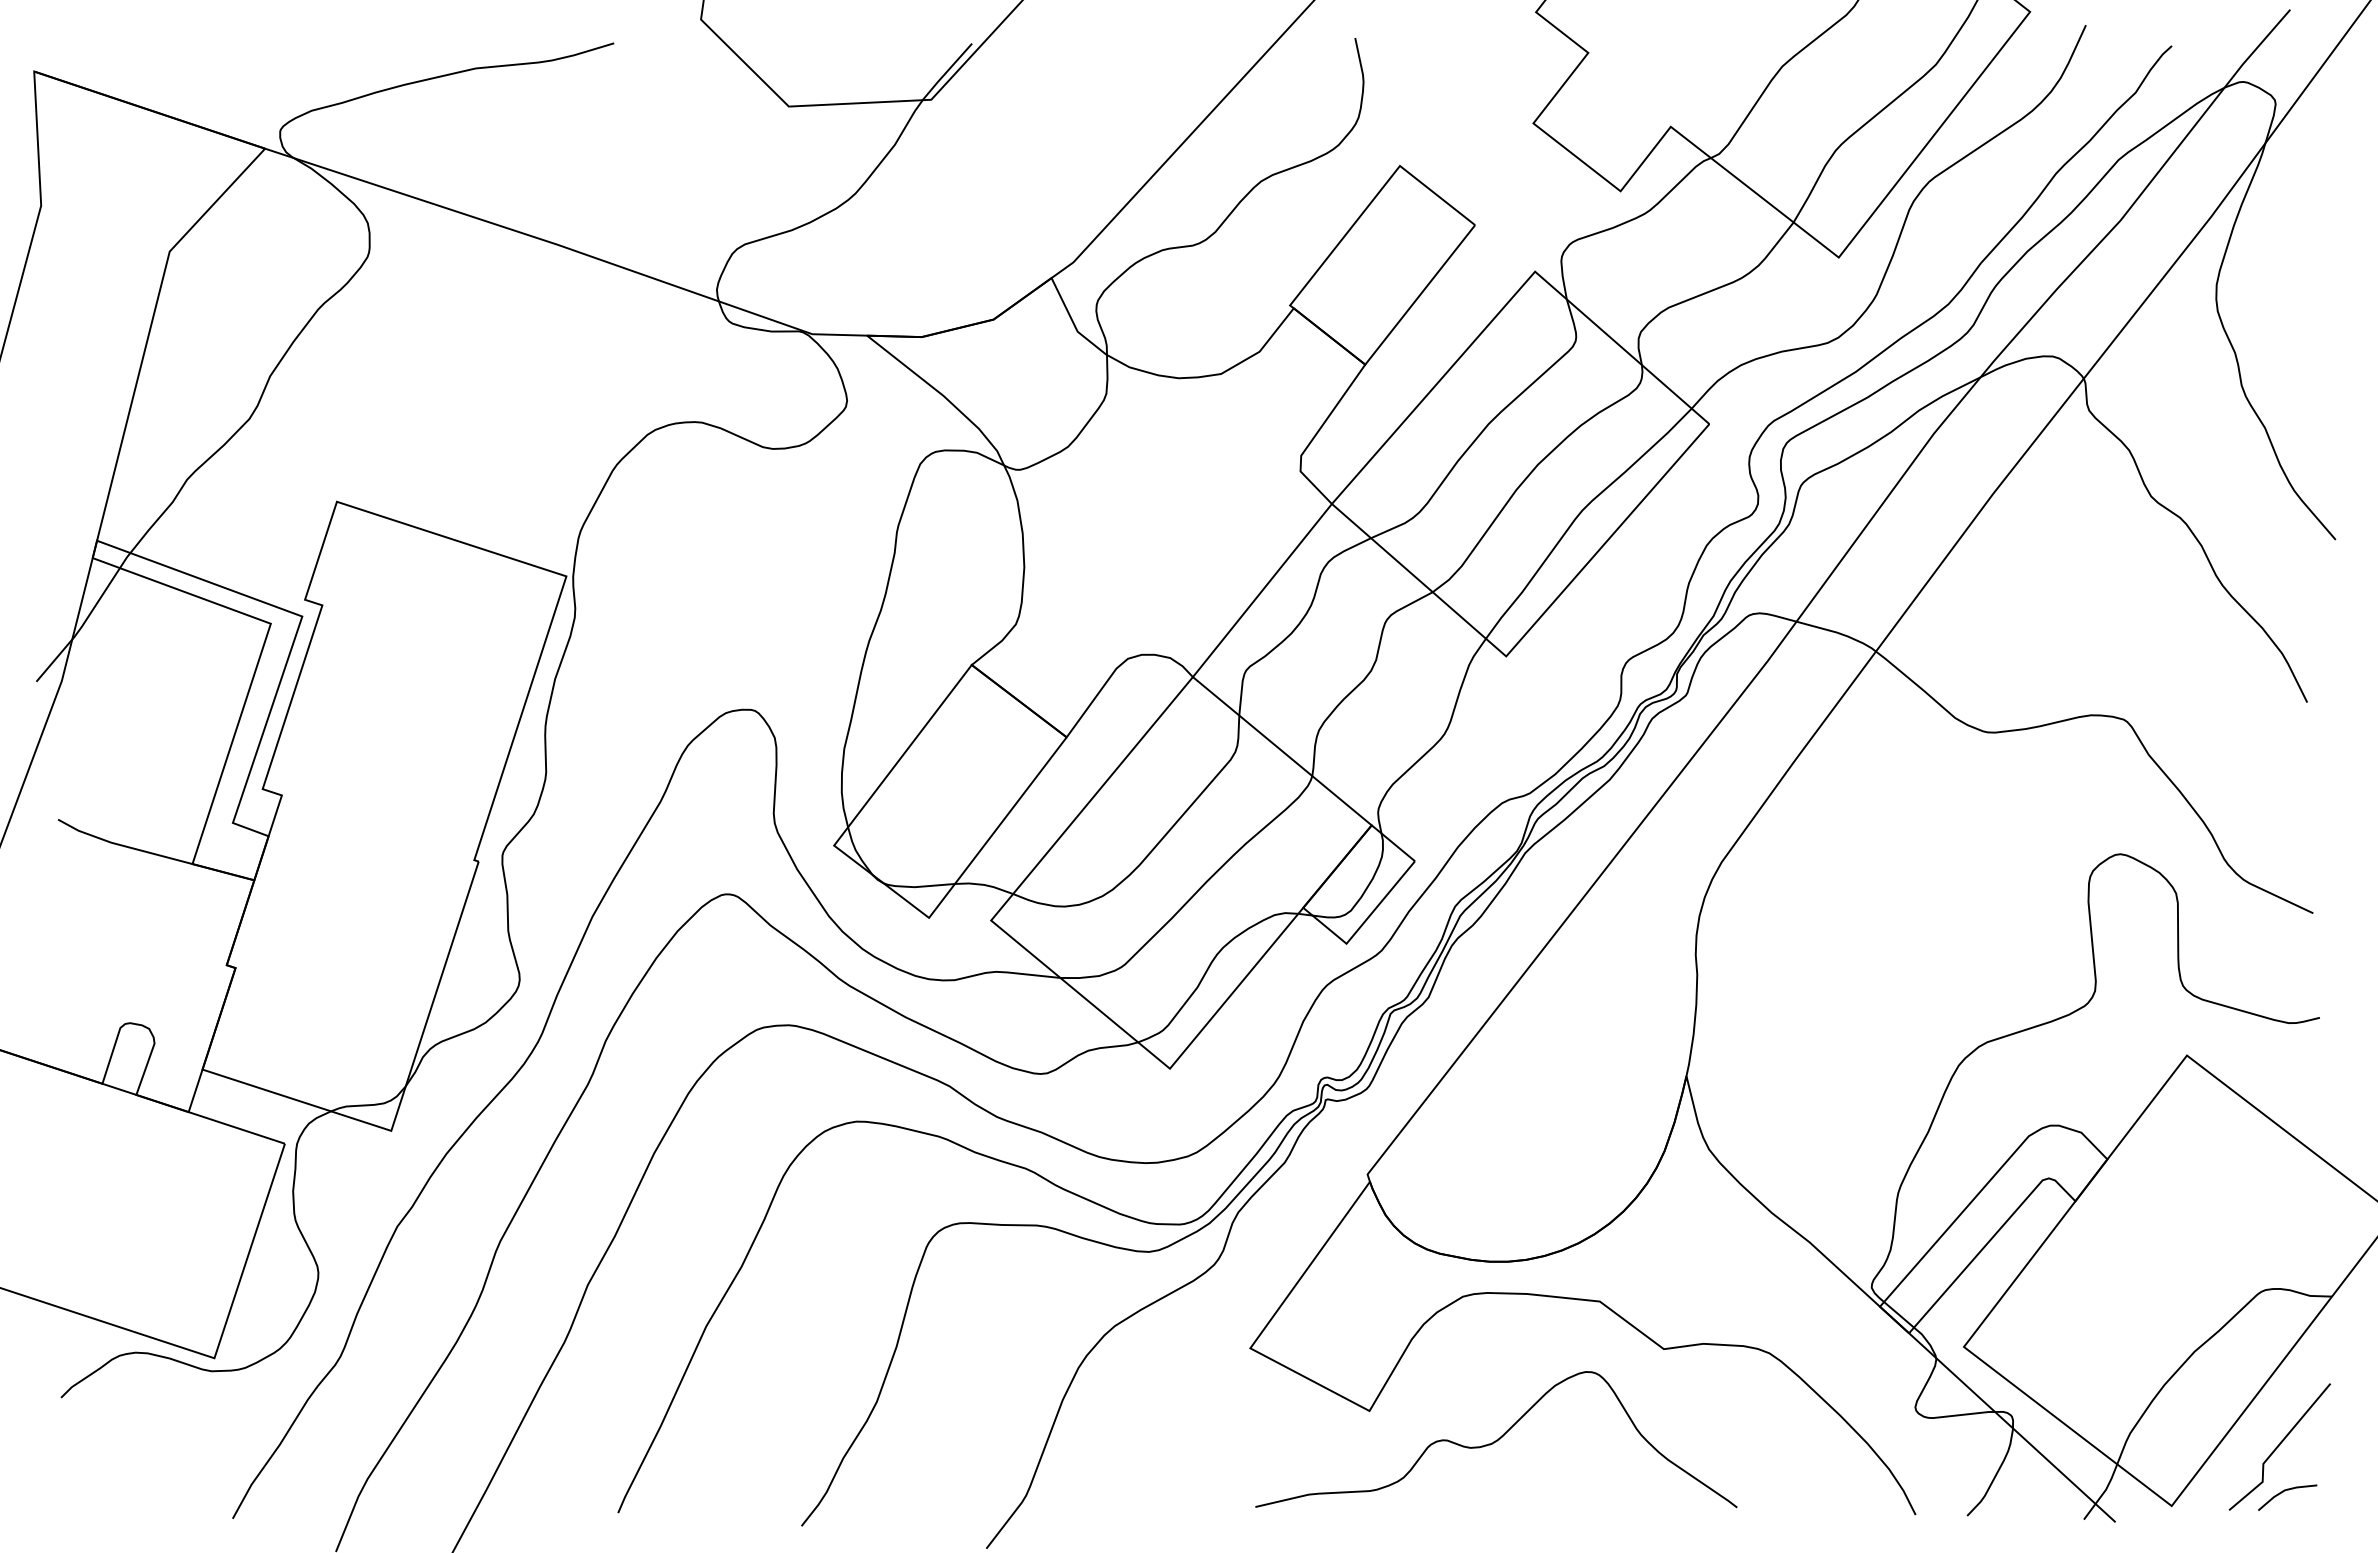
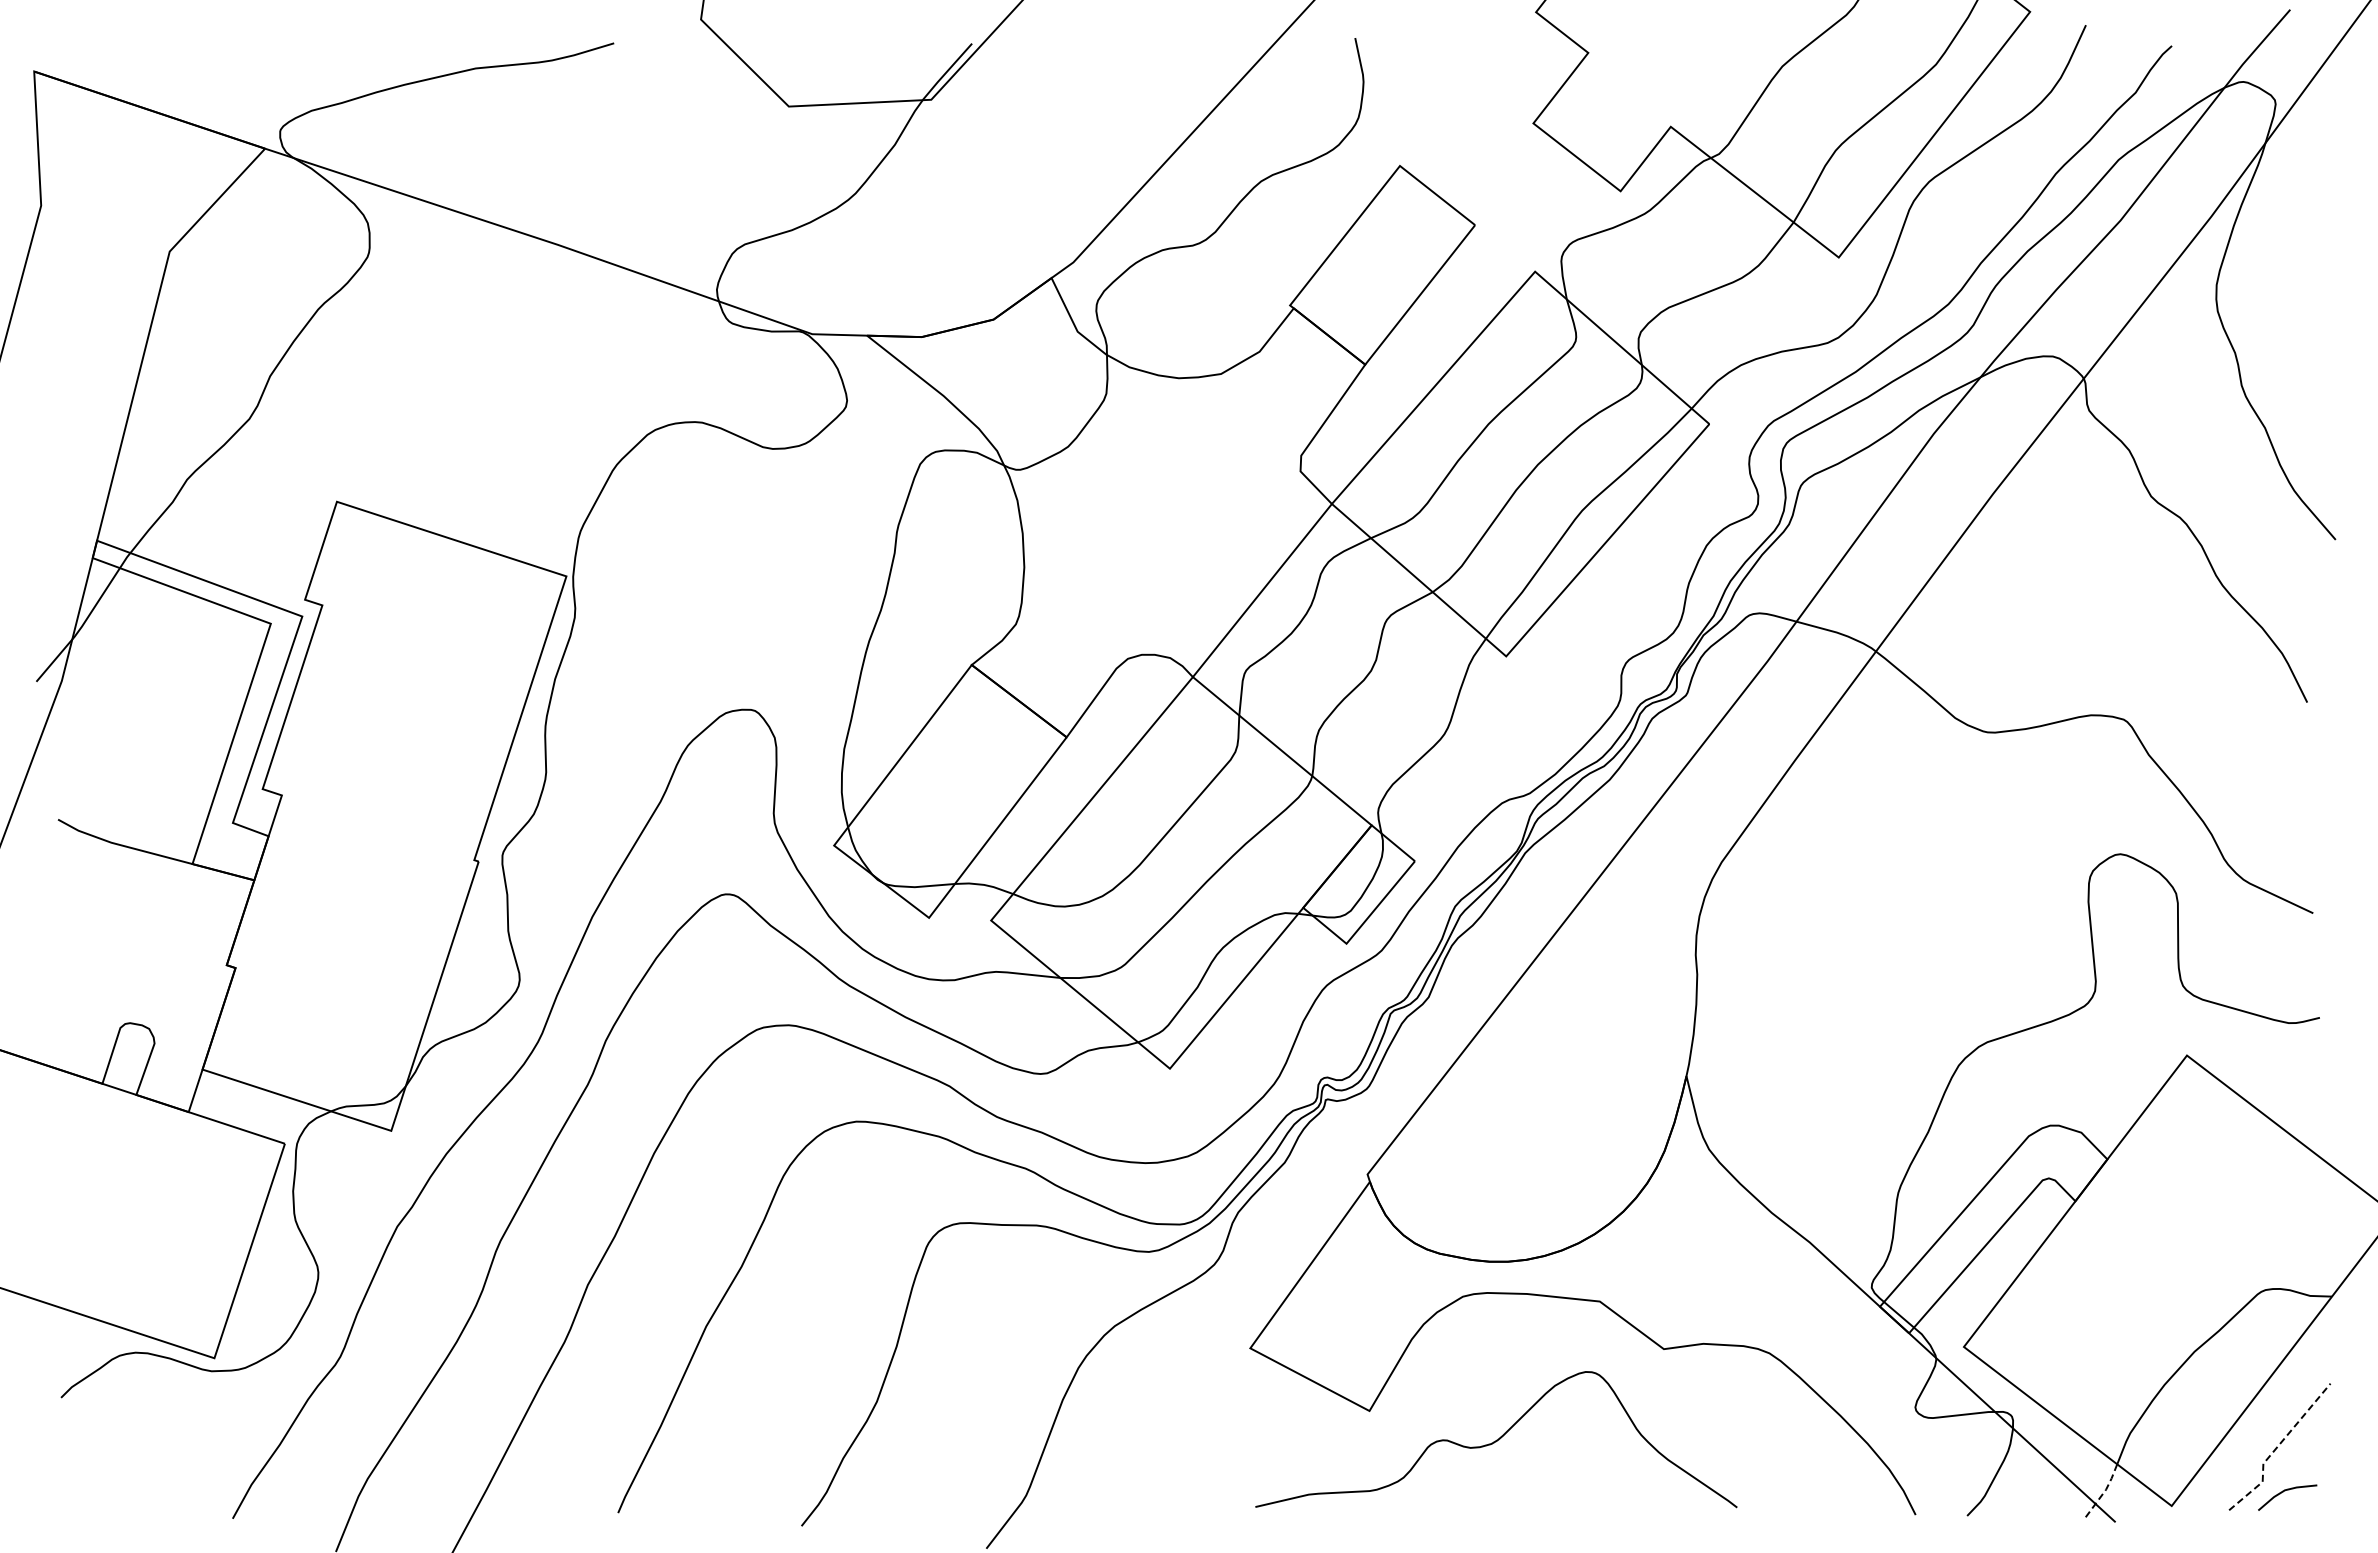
line at (2276, 1448): solid -> dashed
line at (2103, 1492): solid -> dashed
